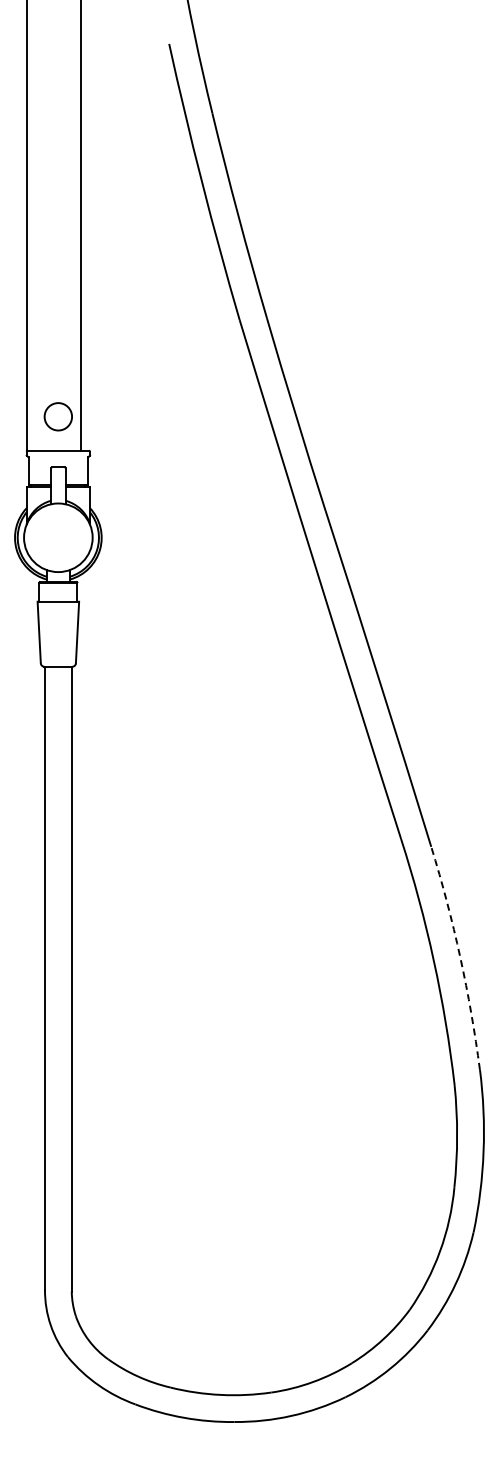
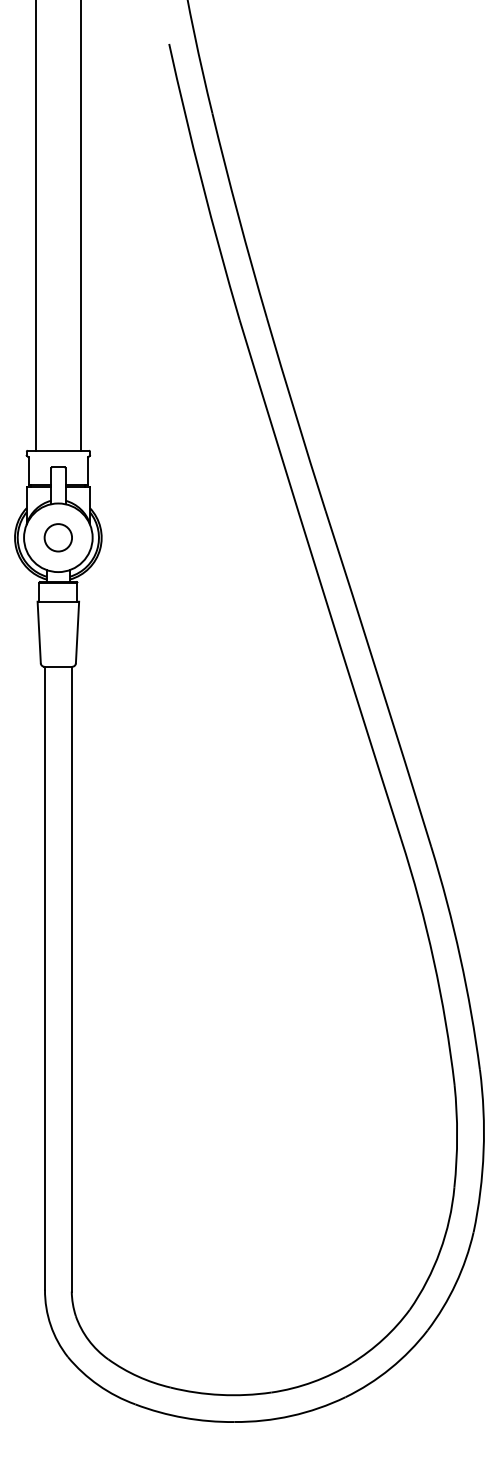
line at (26, 226) position: (26, 226) -> (35, 226)
circle at (57, 416) position: (57, 416) -> (57, 537)
arc at (460, 957): dashed -> solid
